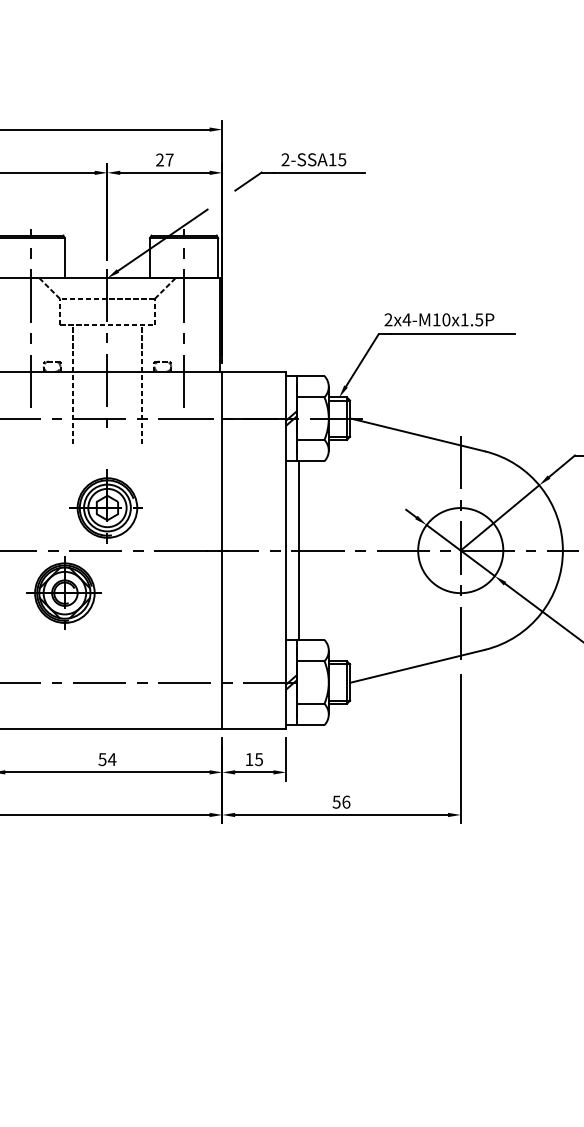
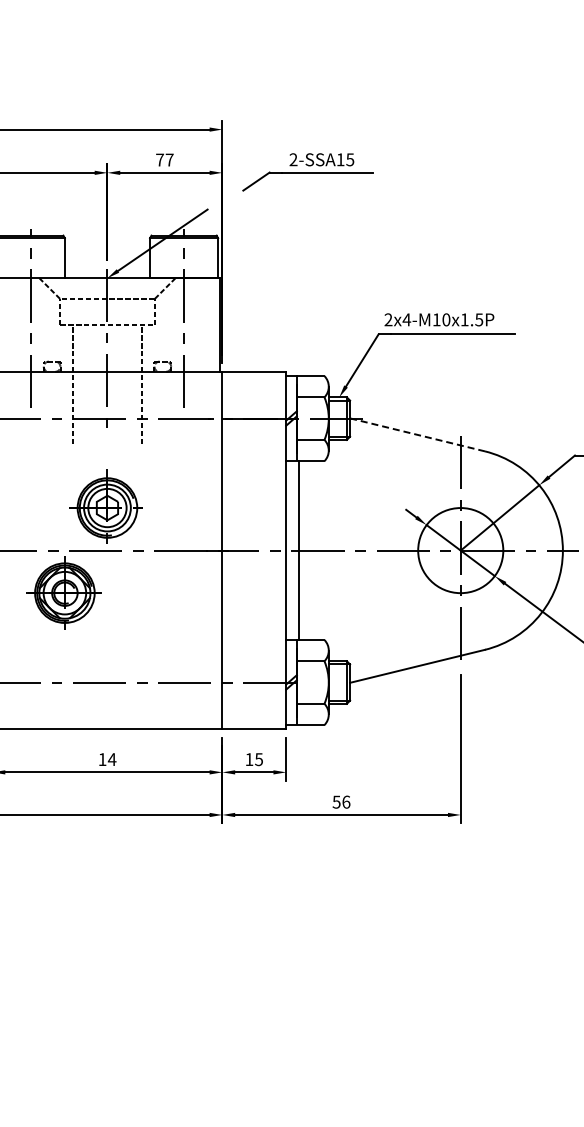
text at (159, 159): 27 -> 77
part at (299, 172) position: (299, 172) -> (307, 172)
line at (418, 435): solid -> dashed
text at (102, 759): 54 -> 14
